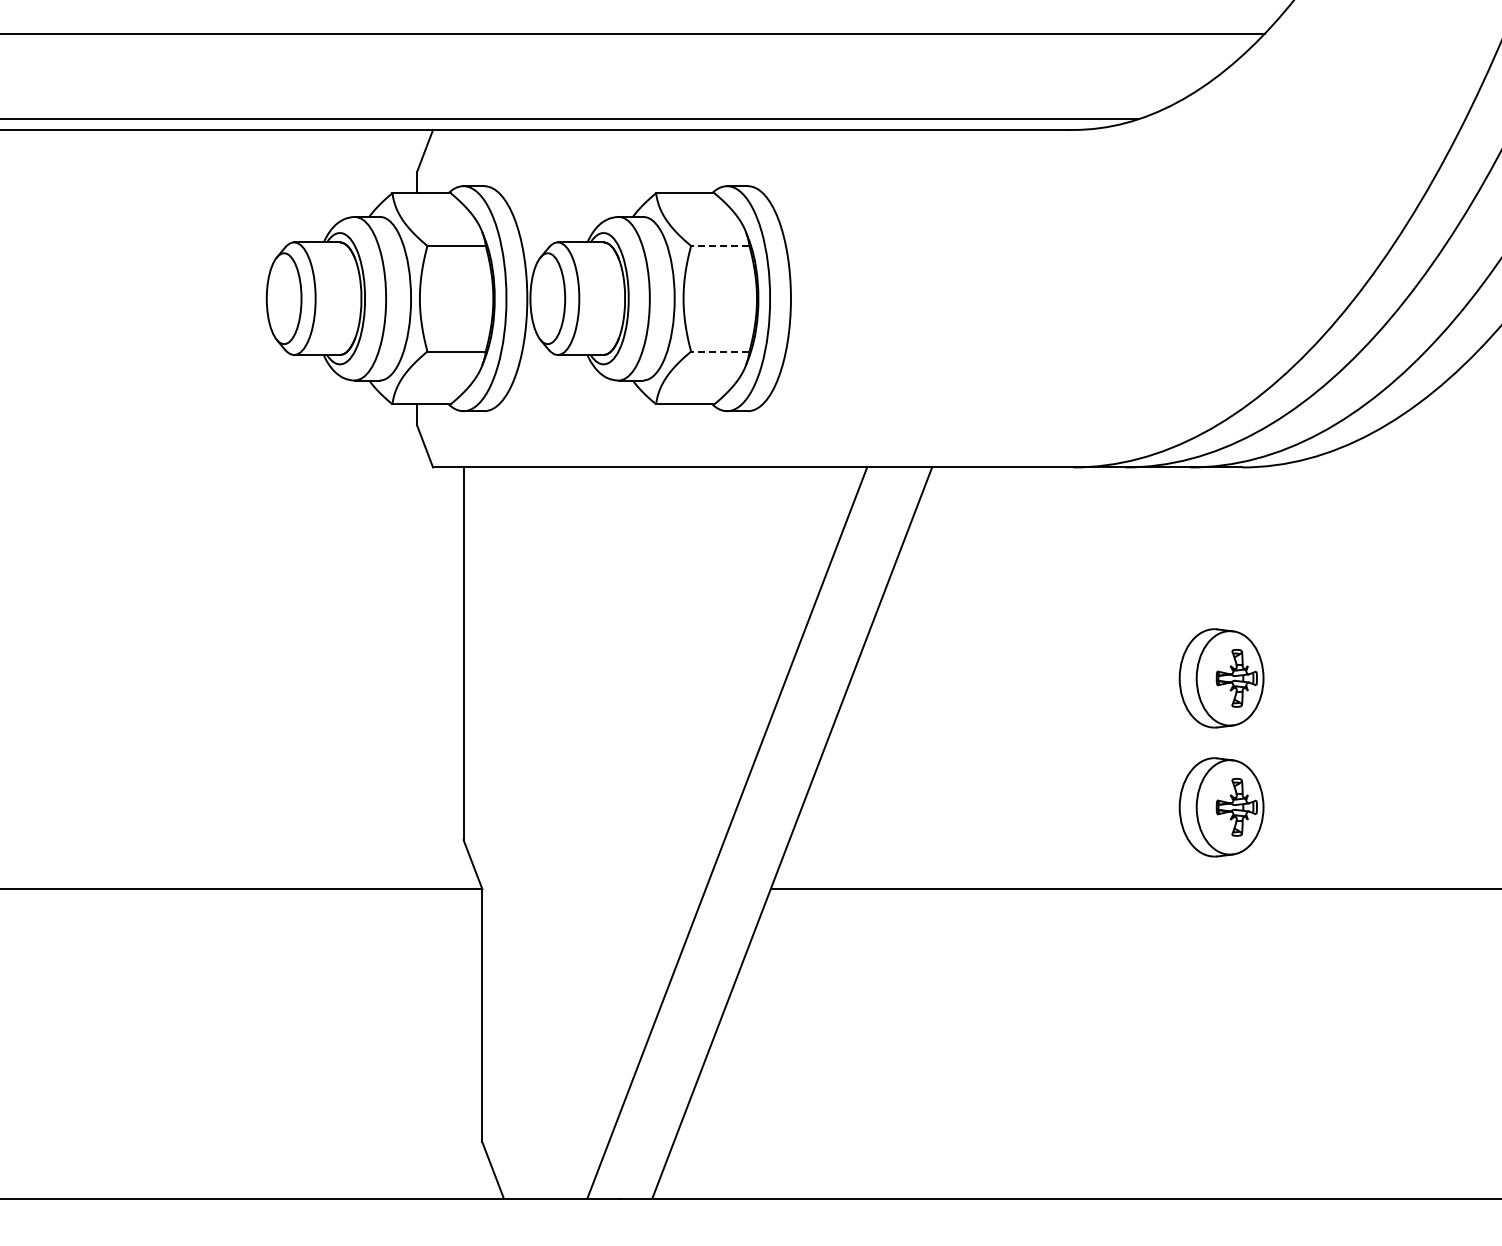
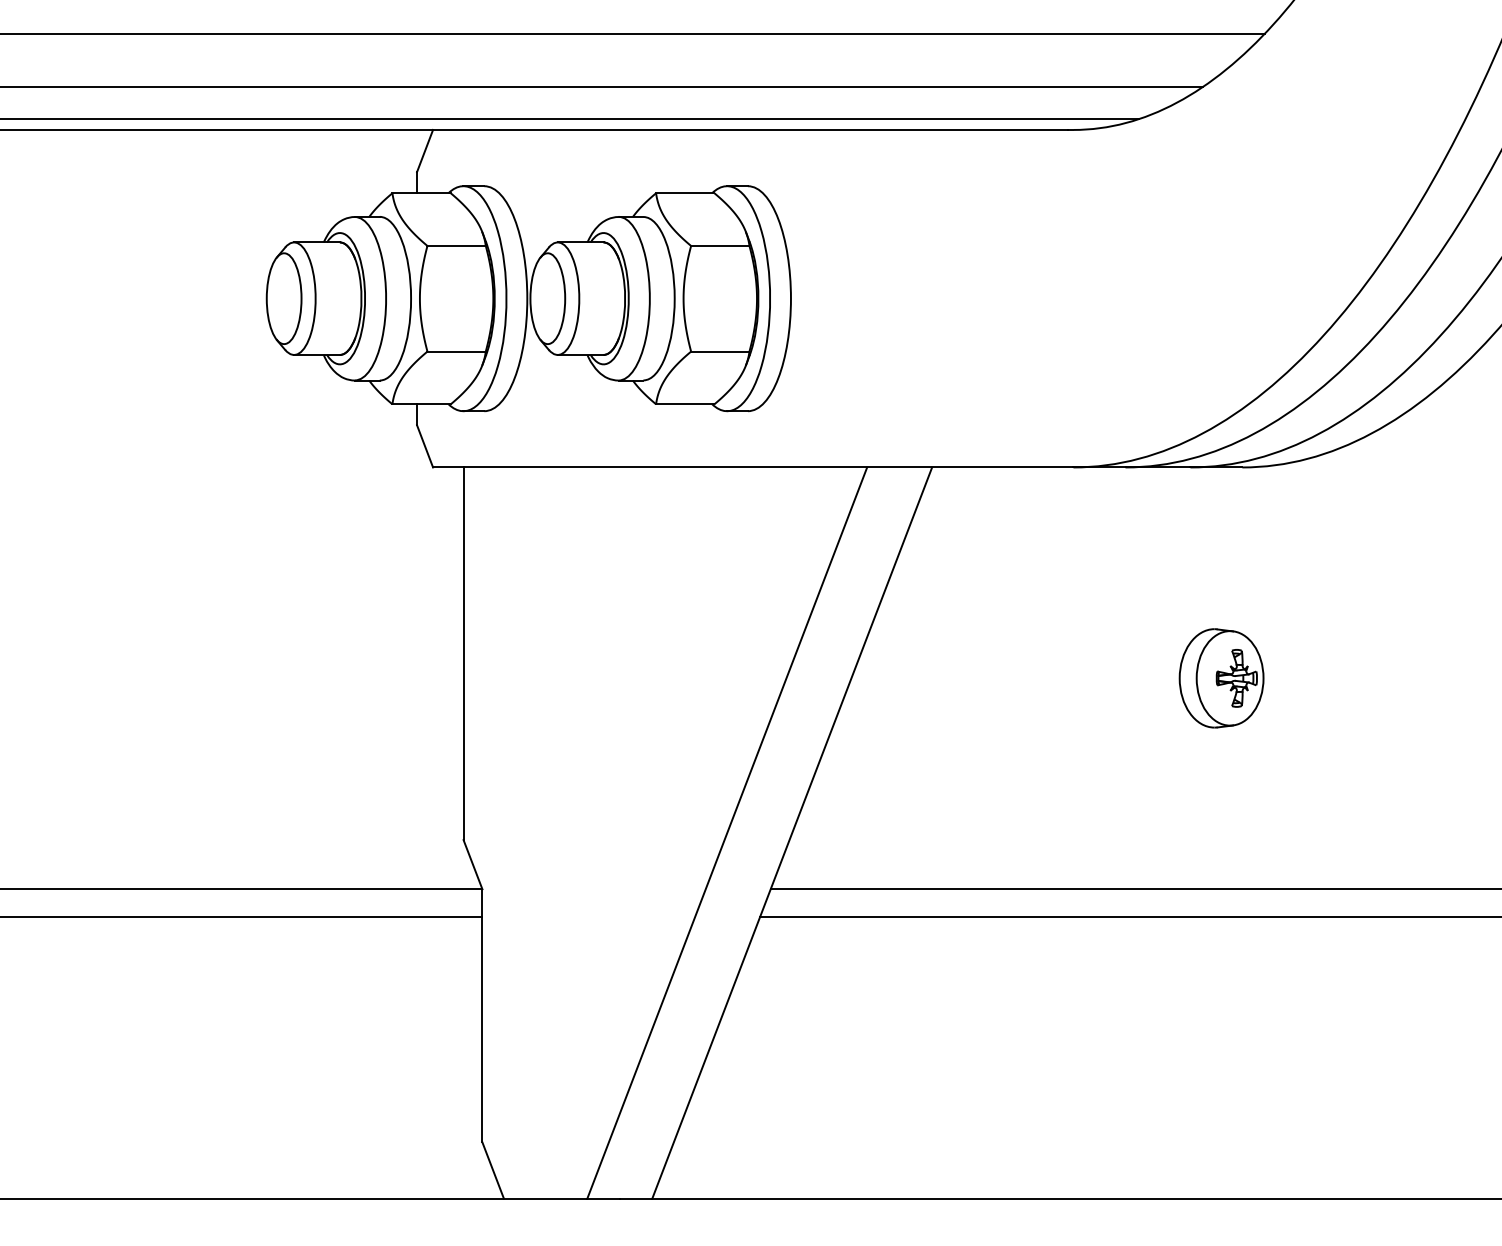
line at (602, 86): none -> present
line at (719, 245): dashed -> solid
line at (719, 351): dashed -> solid
part at (1221, 807): present -> none
line at (242, 917): none -> present
line at (1128, 917): none -> present
